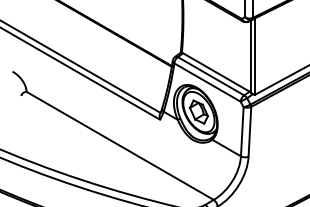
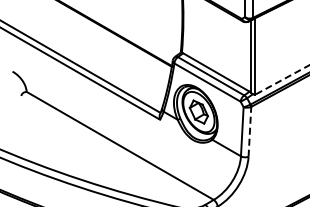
line at (282, 79): solid -> dashed
line at (249, 131): solid -> dashed
